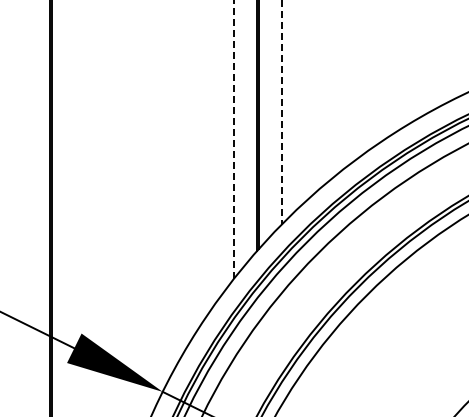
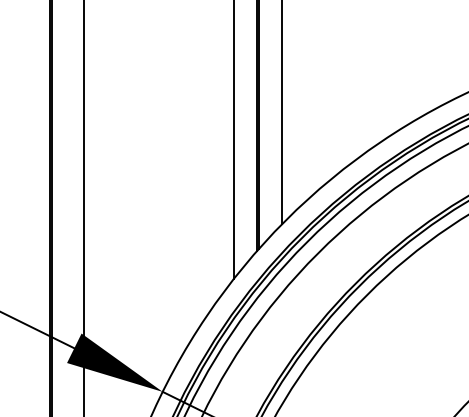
line at (282, 112): dashed -> solid
line at (233, 139): dashed -> solid
line at (83, 207): none -> present
